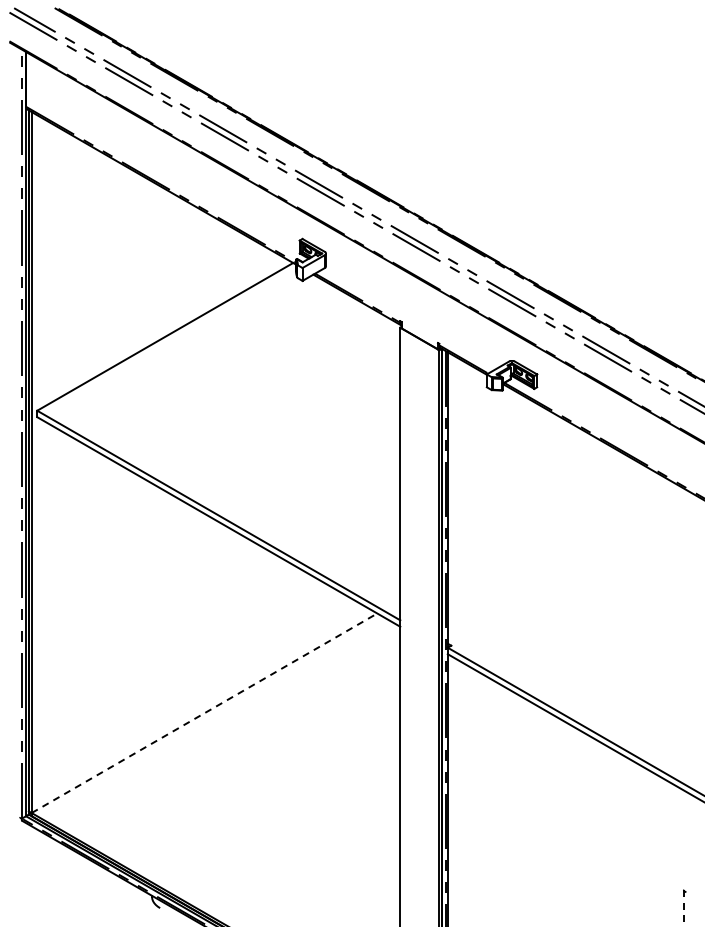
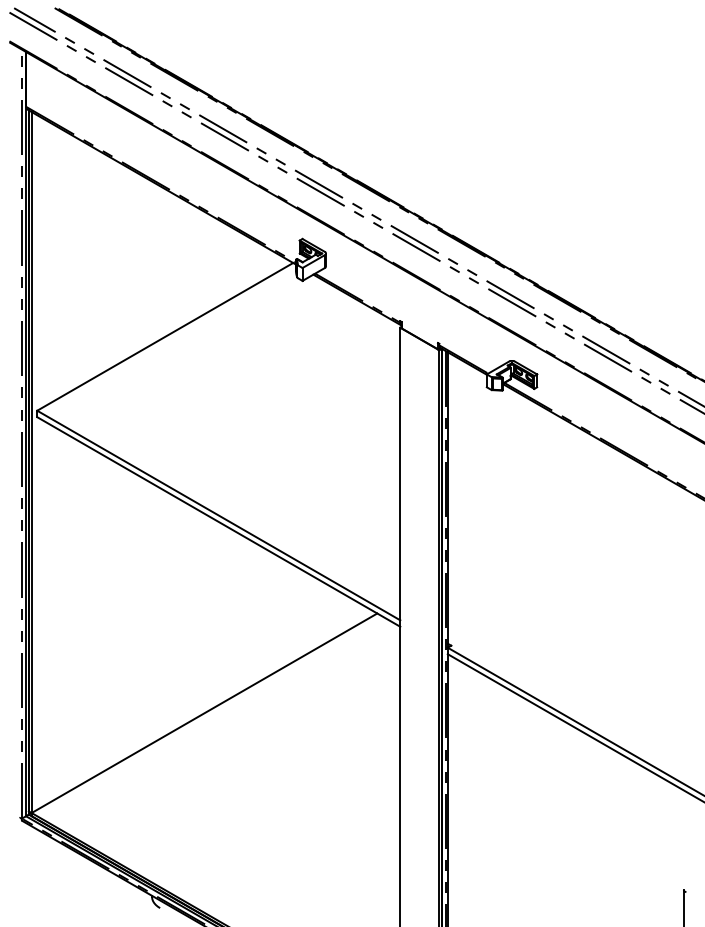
line at (204, 713): dashed -> solid
line at (683, 908): dashed -> solid
